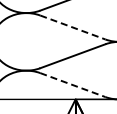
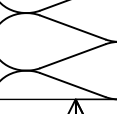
line at (72, 27): dashed -> solid
line at (72, 85): dashed -> solid
